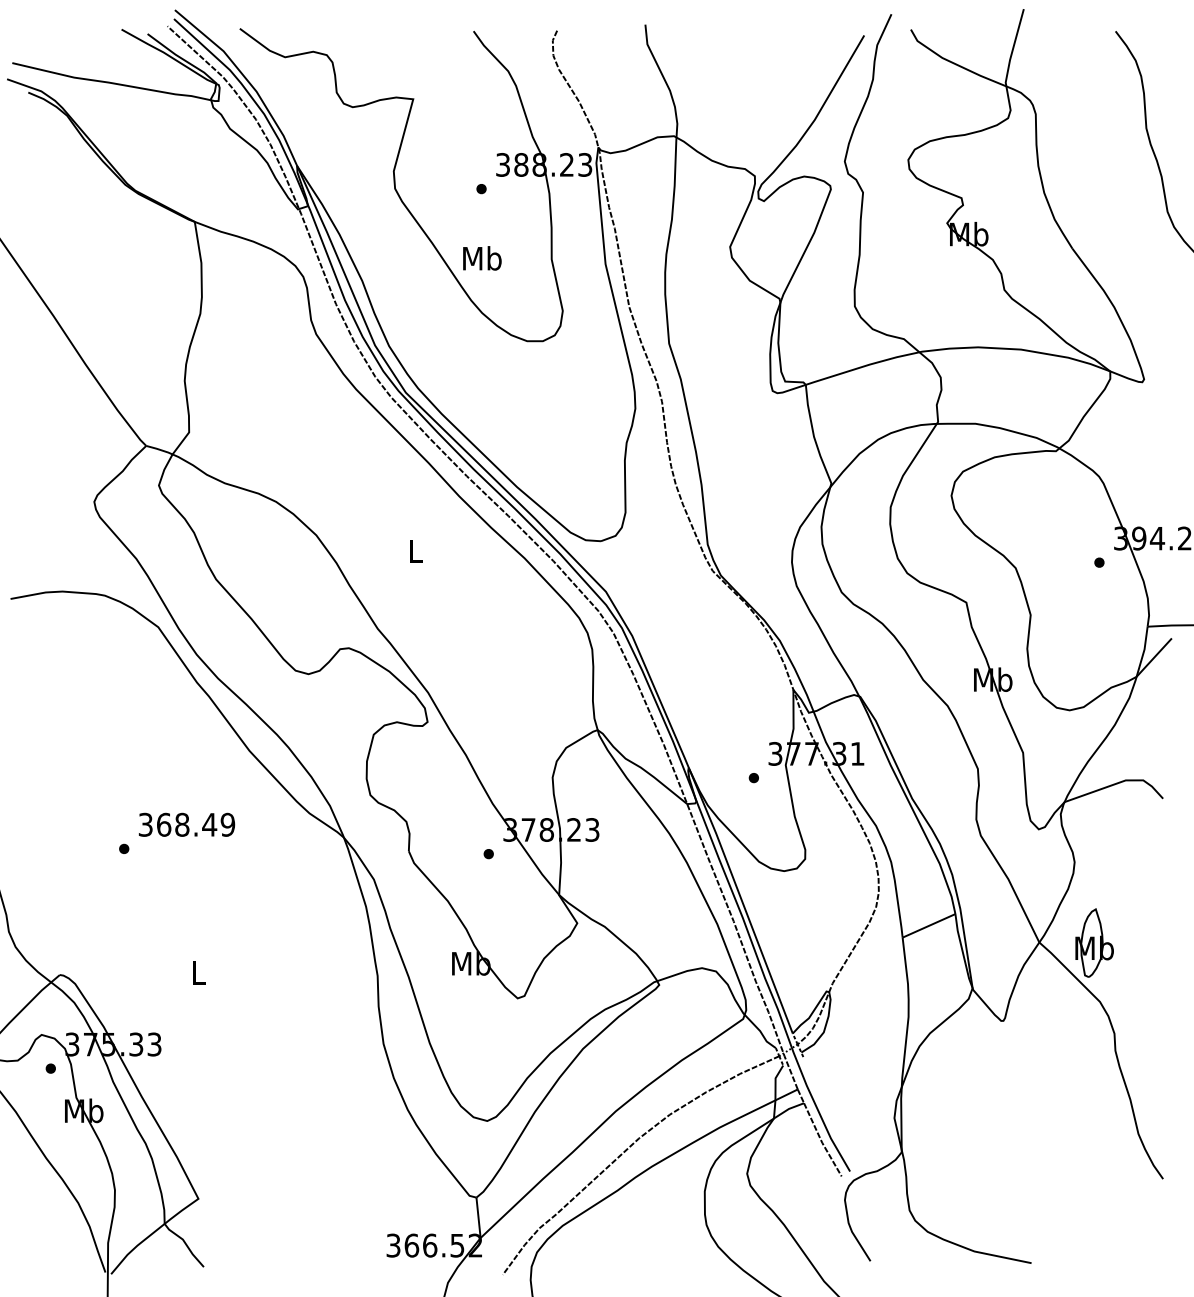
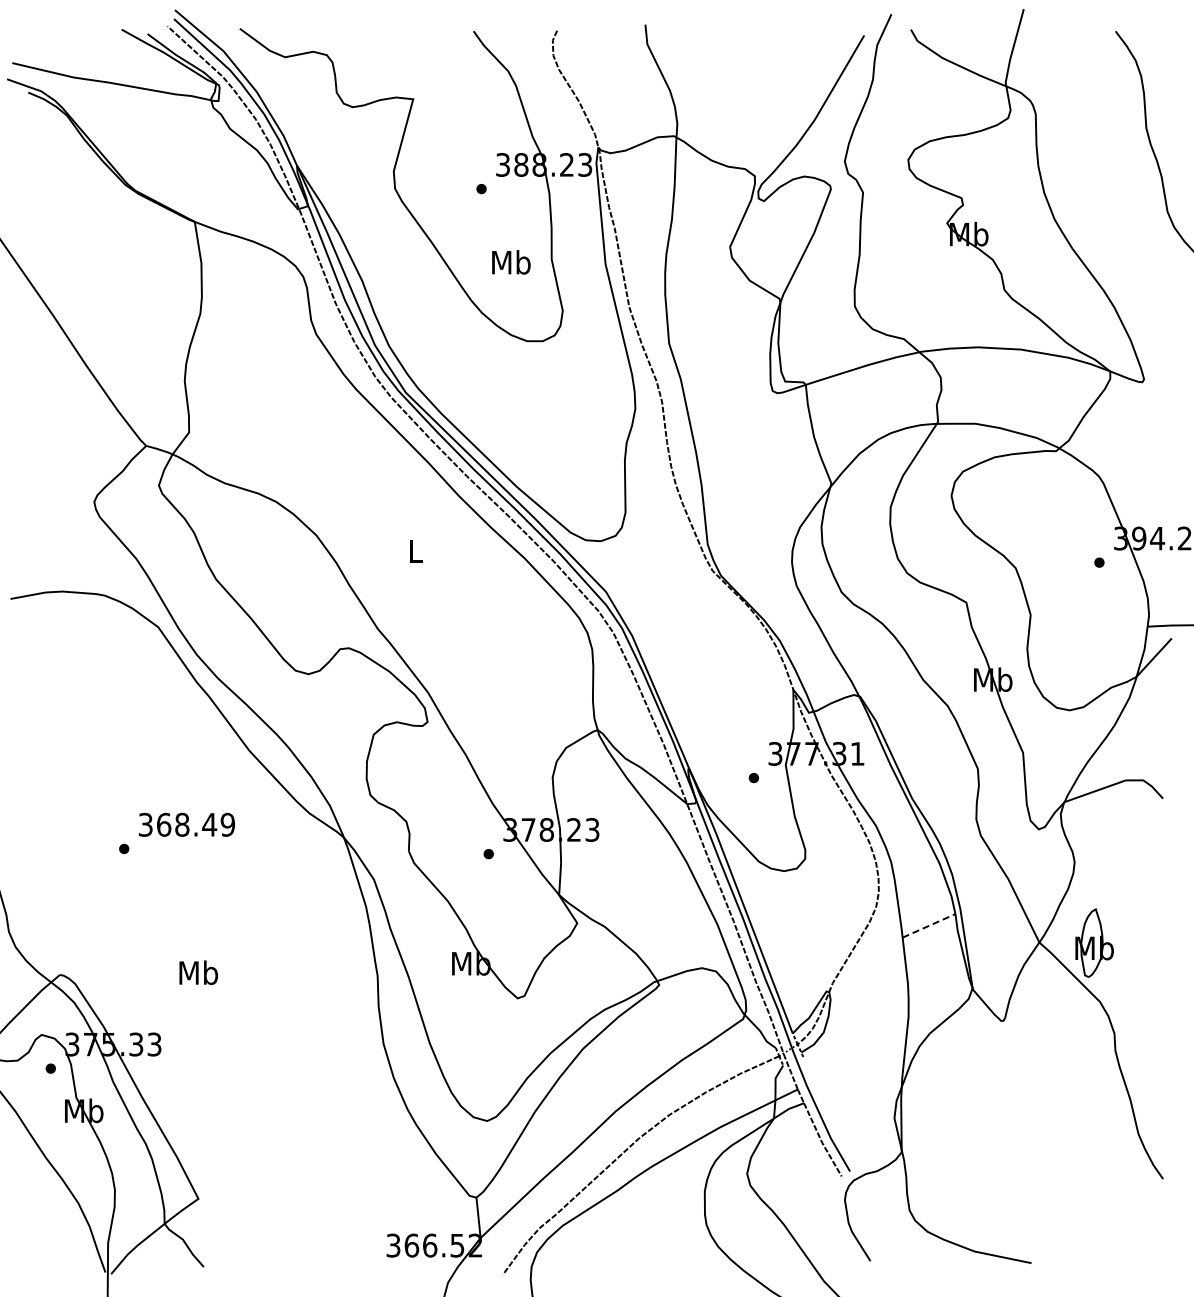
text at (482, 258) position: (482, 258) -> (511, 262)
line at (929, 925): solid -> dashed
text at (198, 972): L -> Mb
